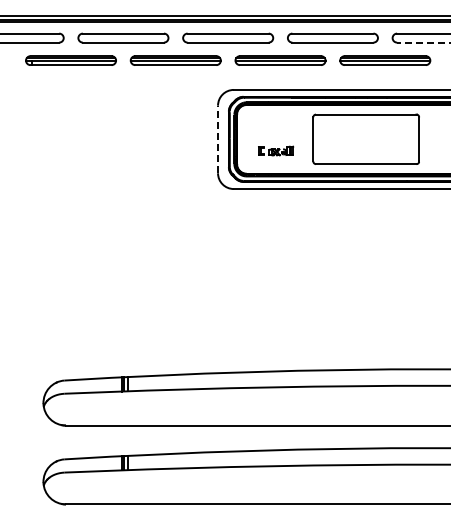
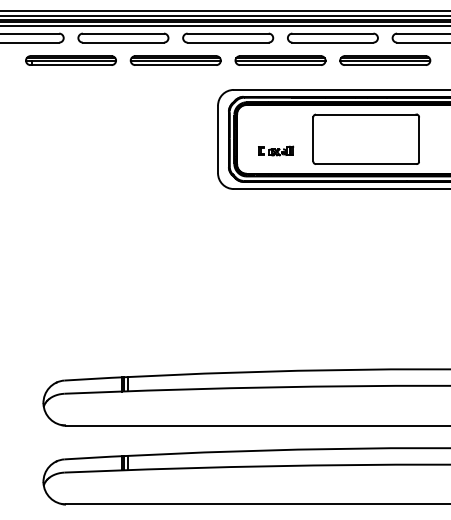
line at (224, 11): none -> present
line at (224, 25): none -> present
line at (423, 42): dashed -> solid
line at (218, 139): dashed -> solid
